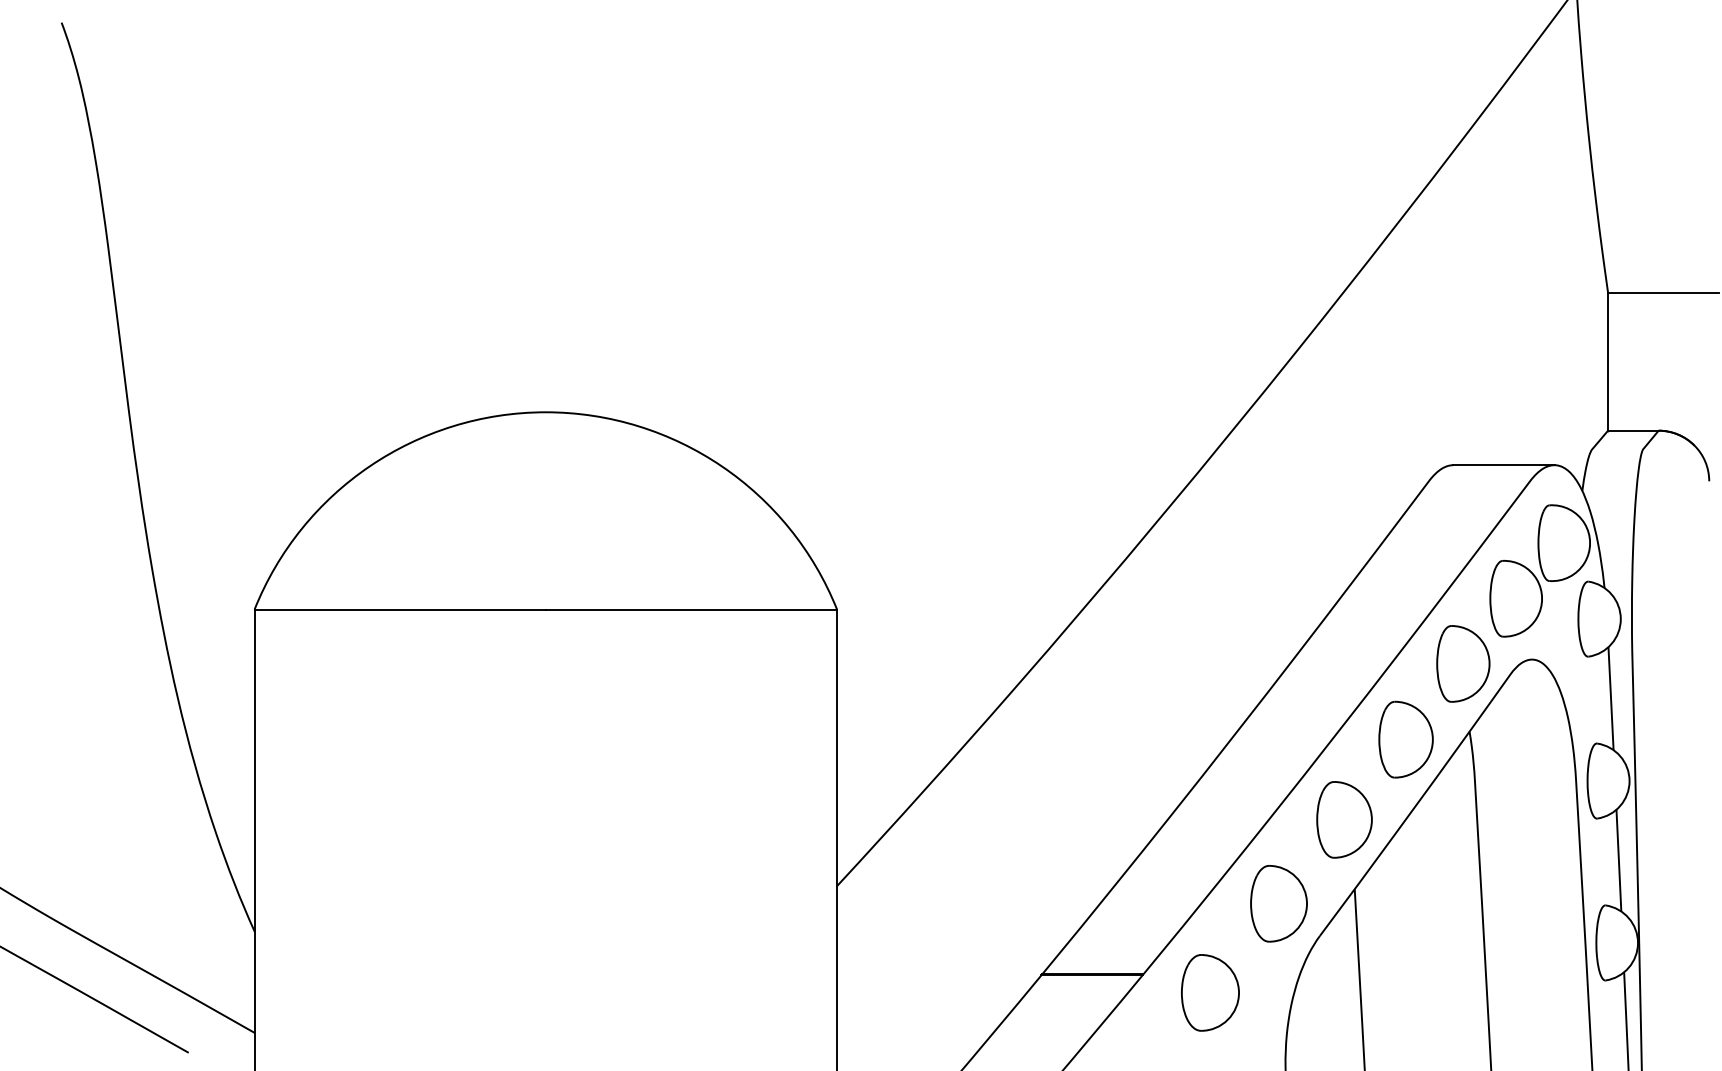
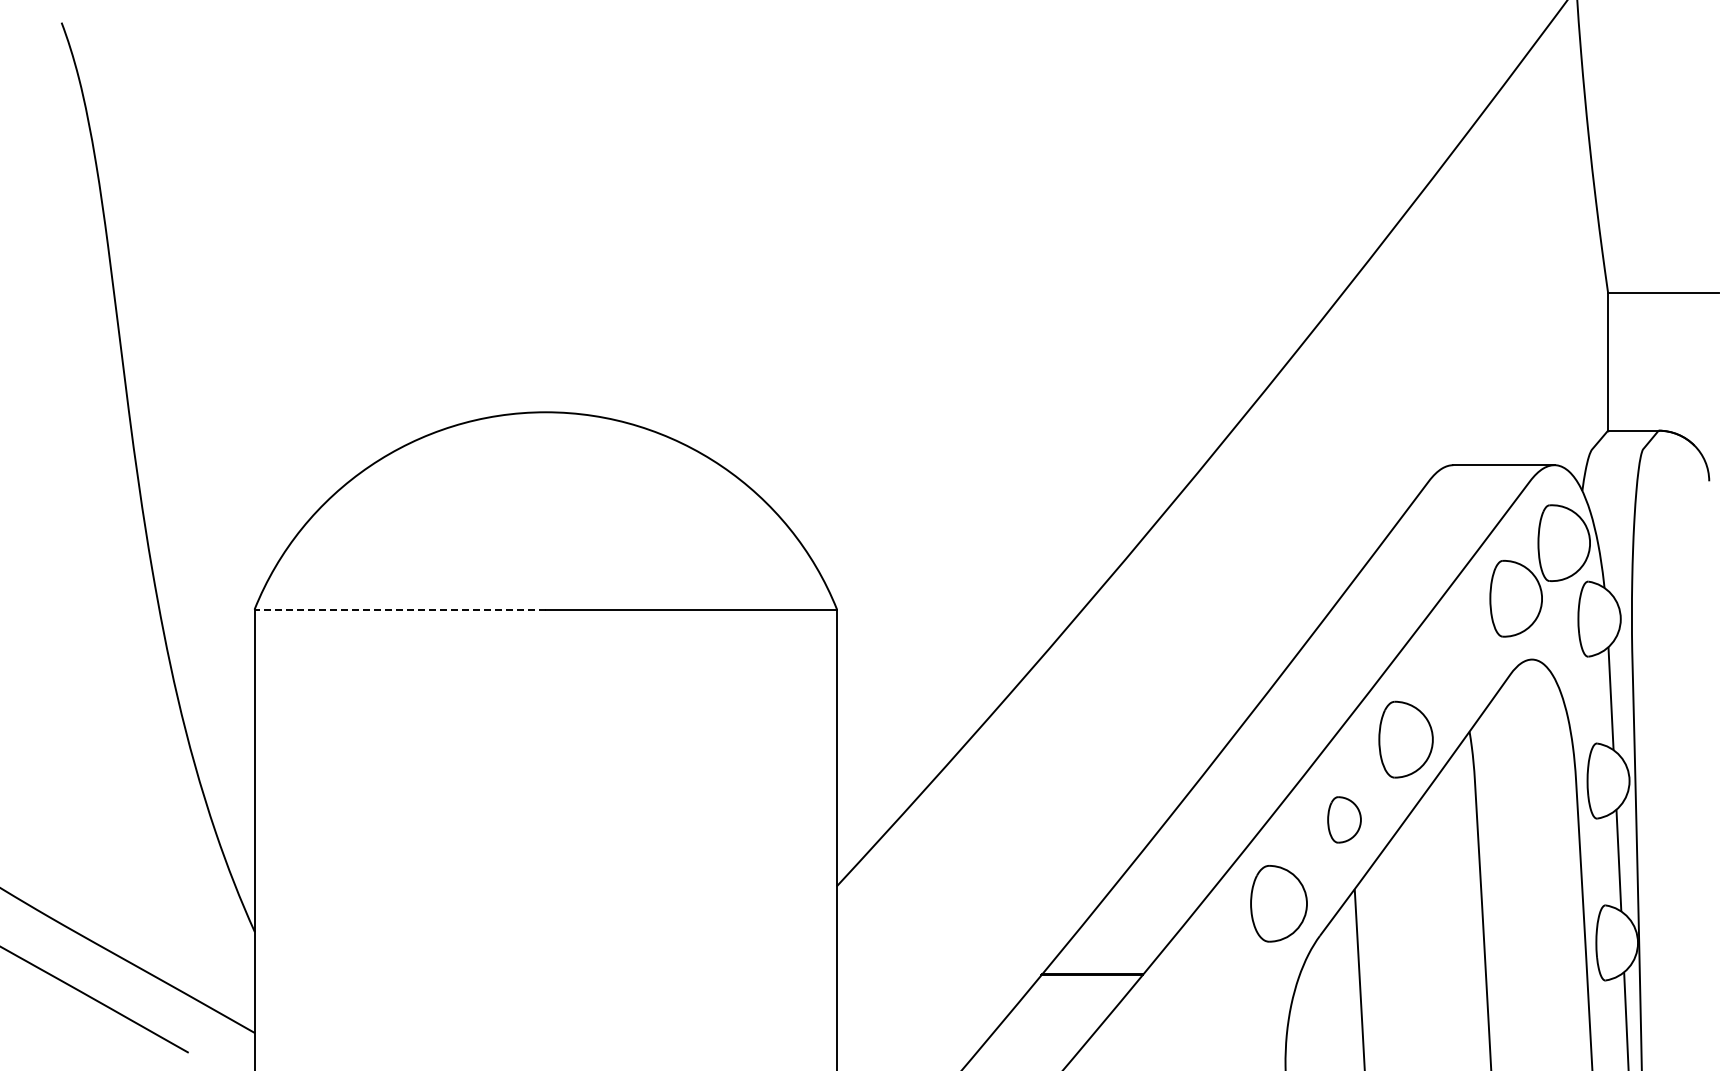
line at (400, 609): solid -> dashed
part at (1463, 663): present -> none
part at (1344, 819) size: 57x78 px -> 35x48 px
part at (1210, 992): present -> none
